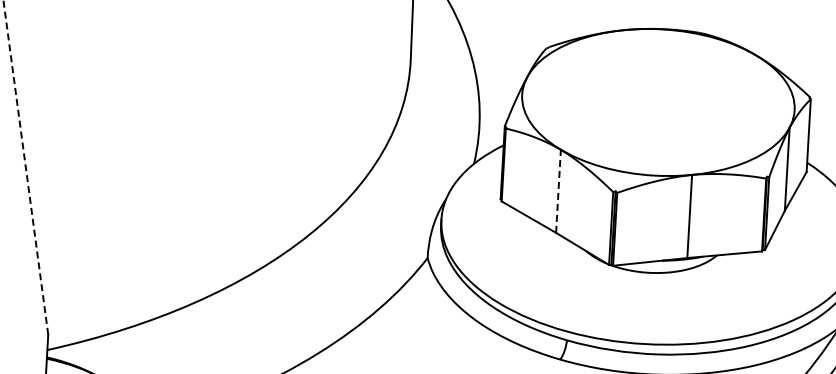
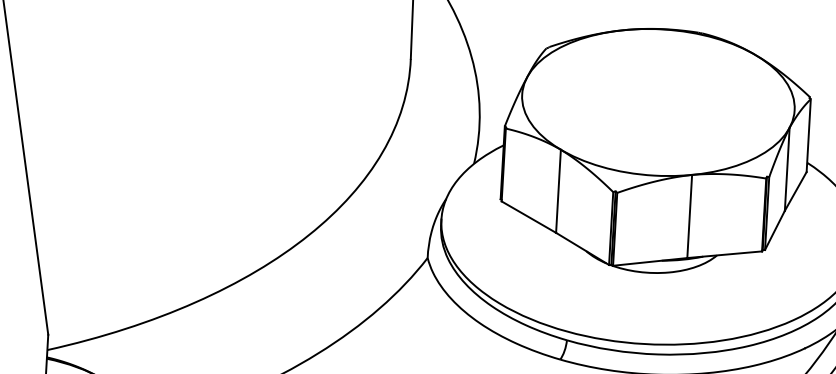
line at (25, 167): dashed -> solid
line at (558, 191): dashed -> solid
